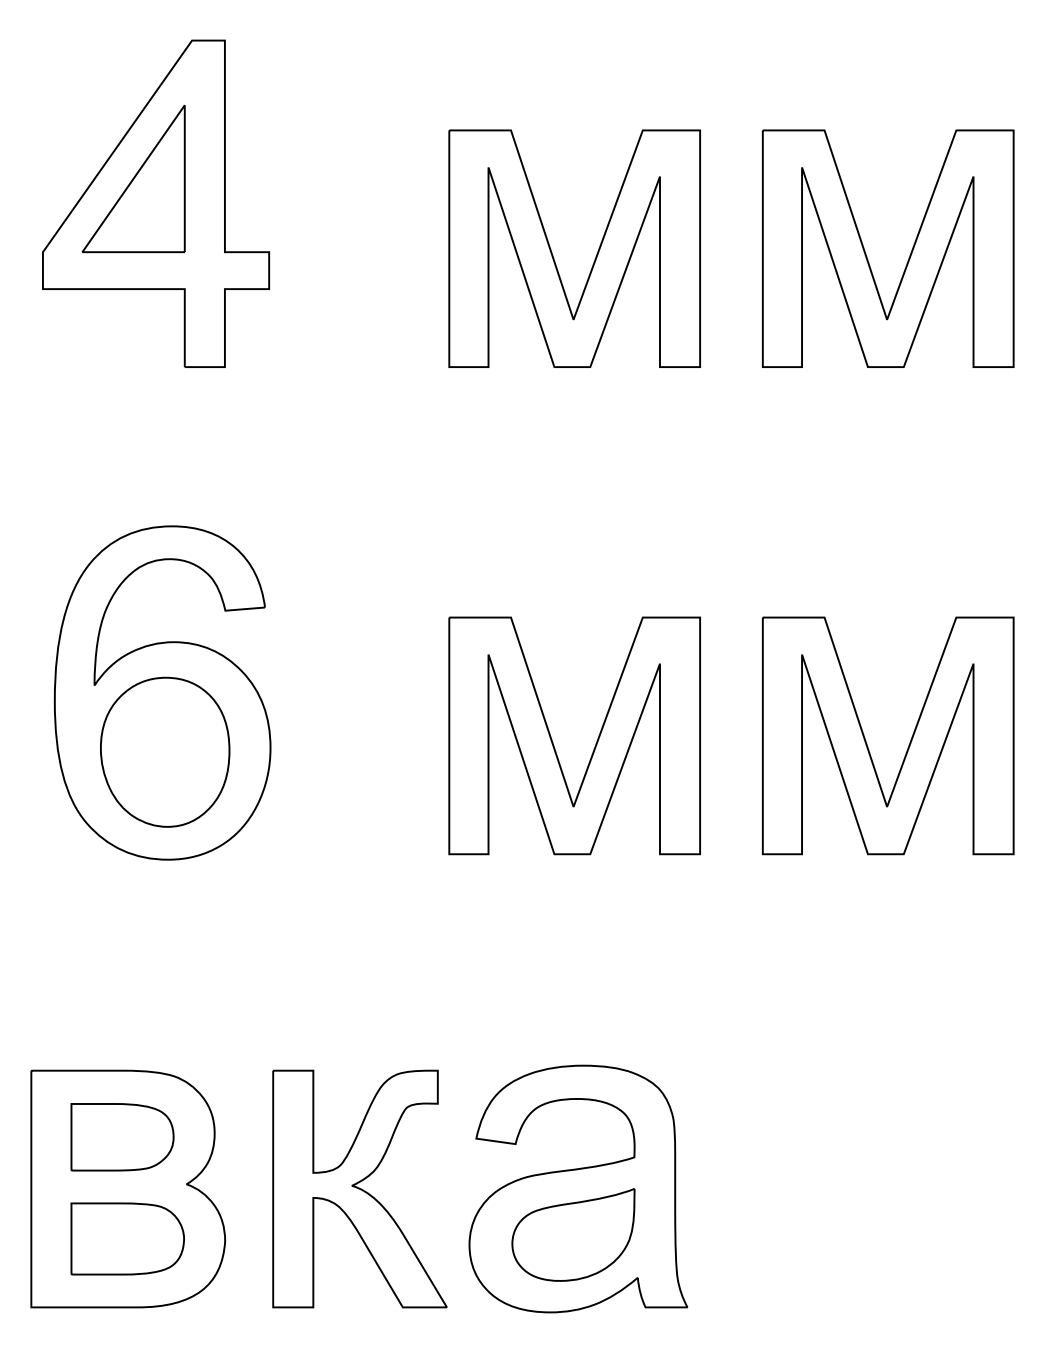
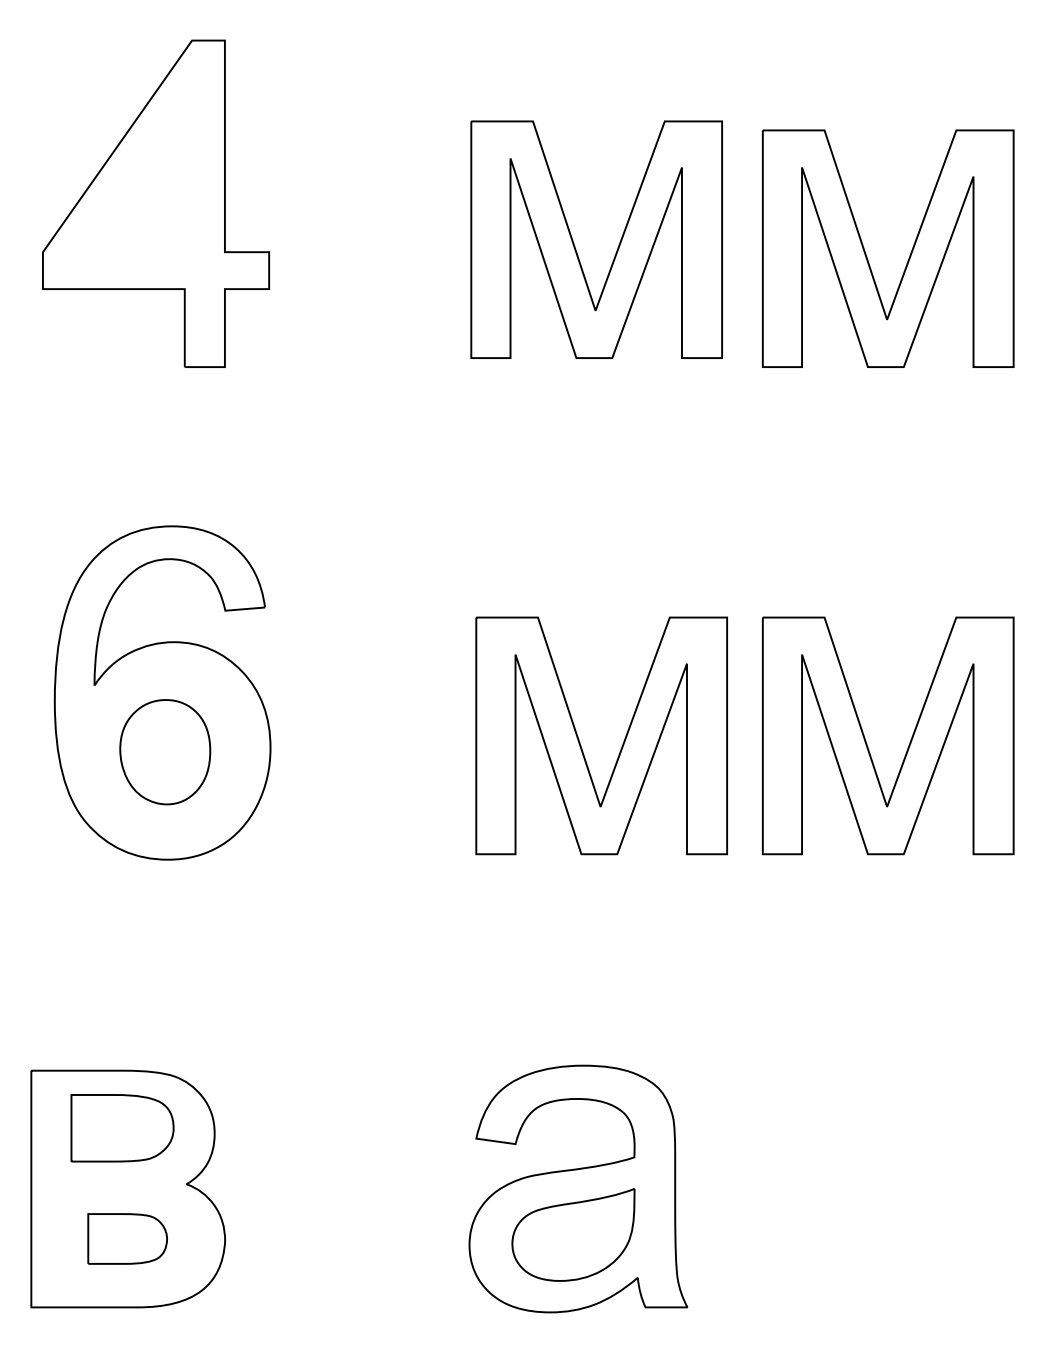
part at (133, 178): present -> none
part at (553, 255) position: (553, 255) -> (575, 246)
part at (553, 742) position: (553, 742) -> (580, 742)
part at (165, 751) size: 131x152 px -> 93x107 px
part at (122, 1137) position: (122, 1137) -> (122, 1128)
part at (359, 1188): present -> none
part at (127, 1238) size: 115x74 px -> 81x52 px
